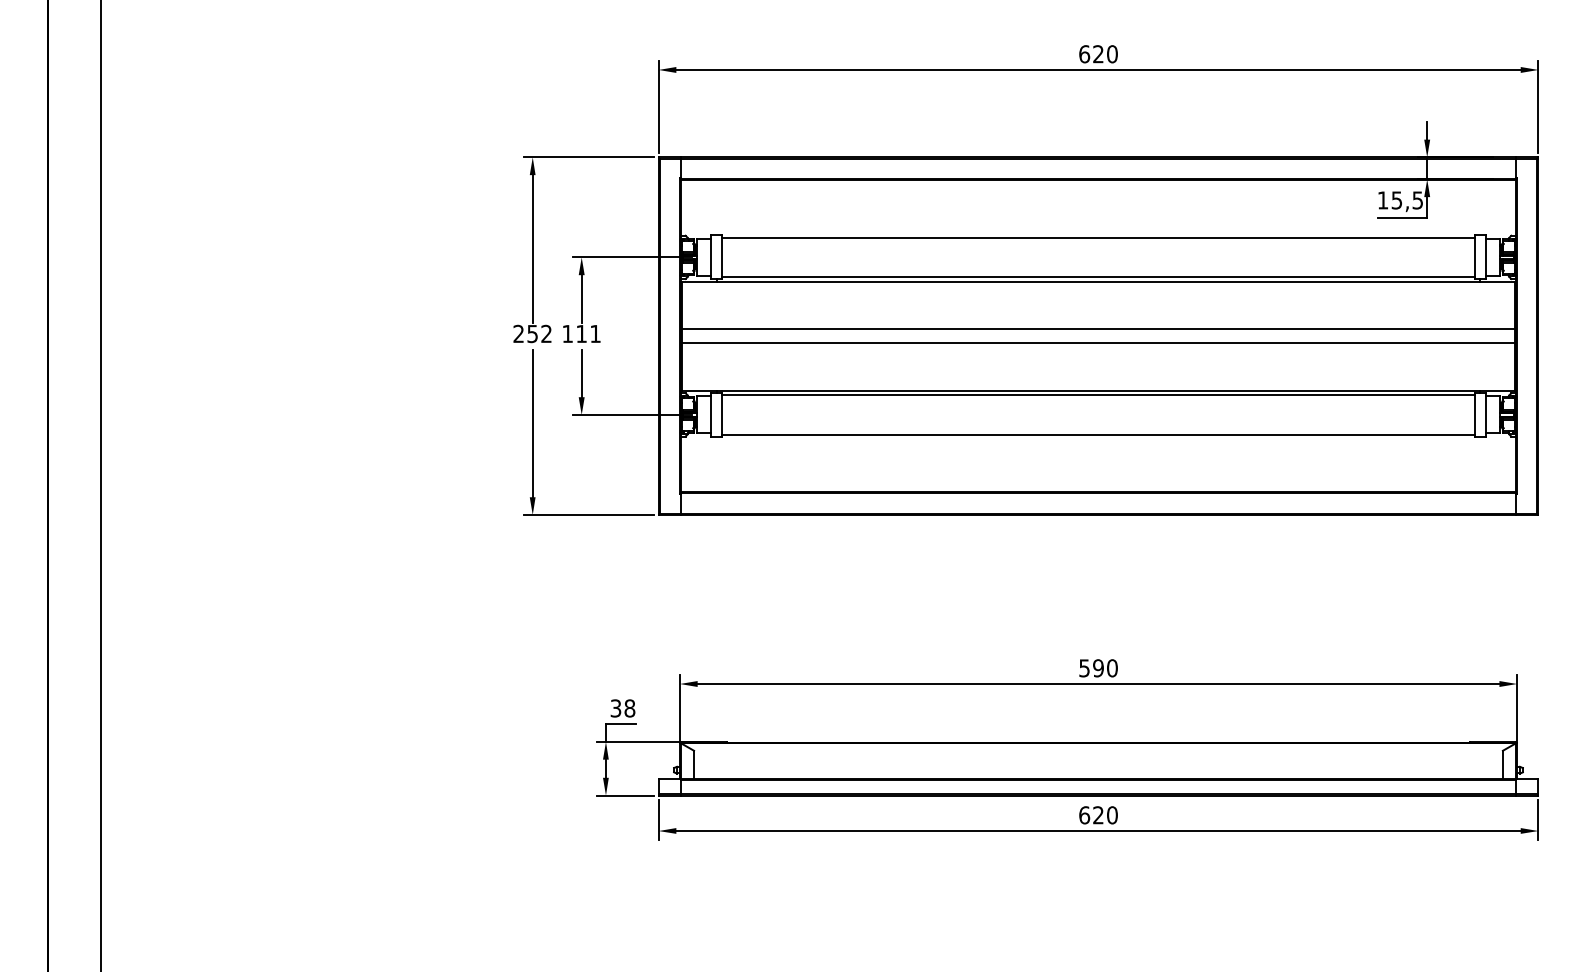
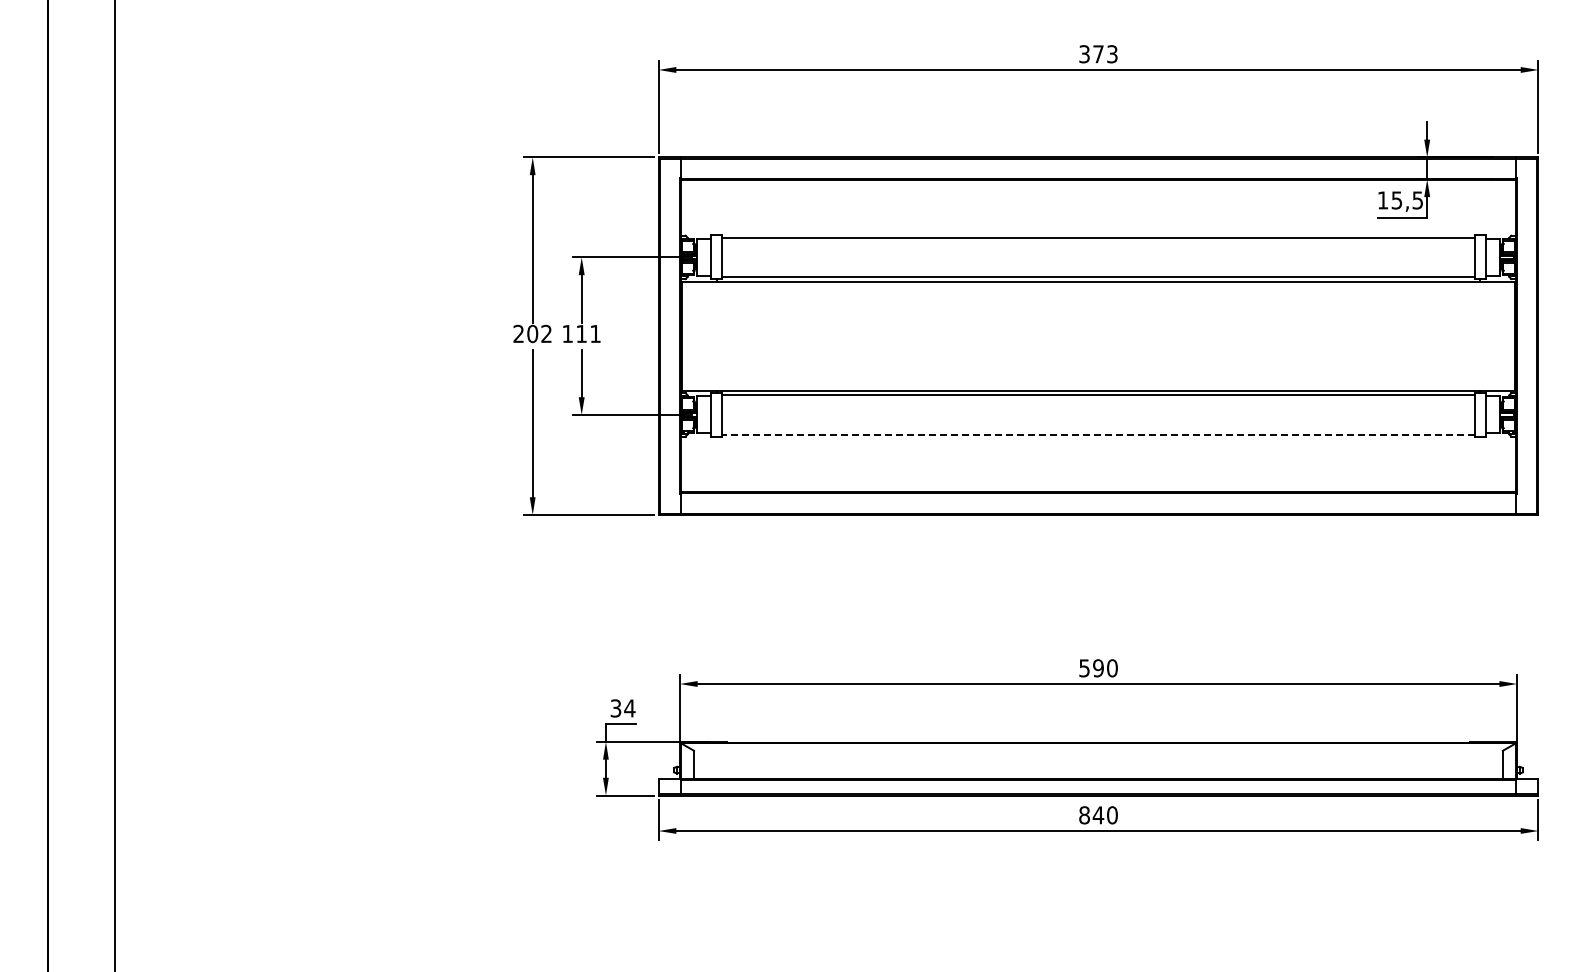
text at (1098, 54): 620 -> 373
line at (1098, 329): present -> none
text at (532, 333): 252 -> 202
line at (1098, 343): present -> none
line at (1098, 434): solid -> dashed
line at (101, 485) position: (101, 485) -> (115, 485)
text at (629, 708): 38 -> 34
text at (1091, 815): 620 -> 840
